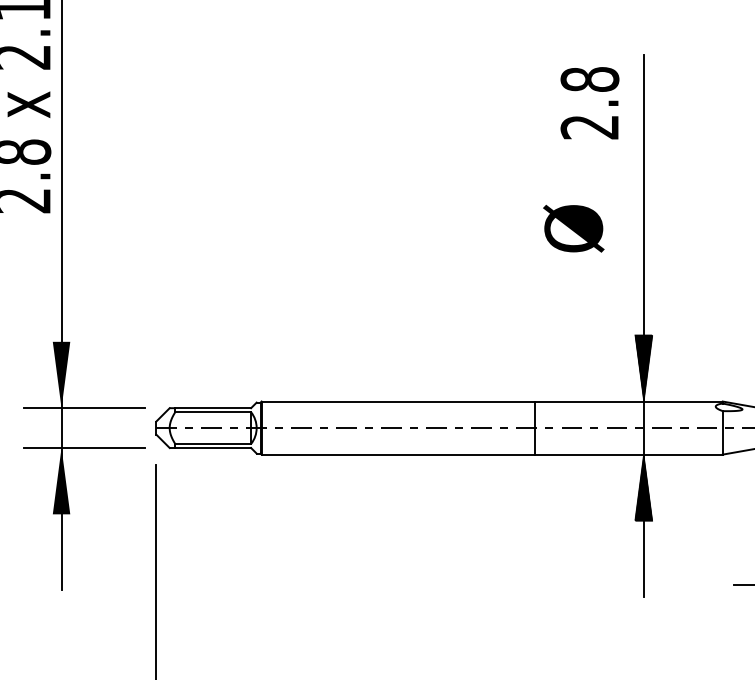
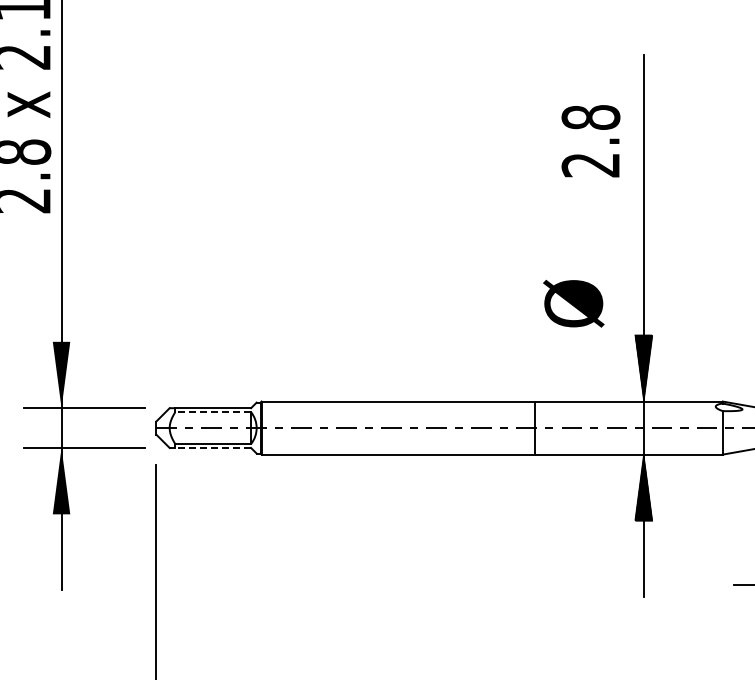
text at (589, 103) position: (589, 103) -> (590, 141)
text at (573, 228) position: (573, 228) -> (573, 303)
line at (213, 412): solid -> dashed
line at (213, 448): solid -> dashed
